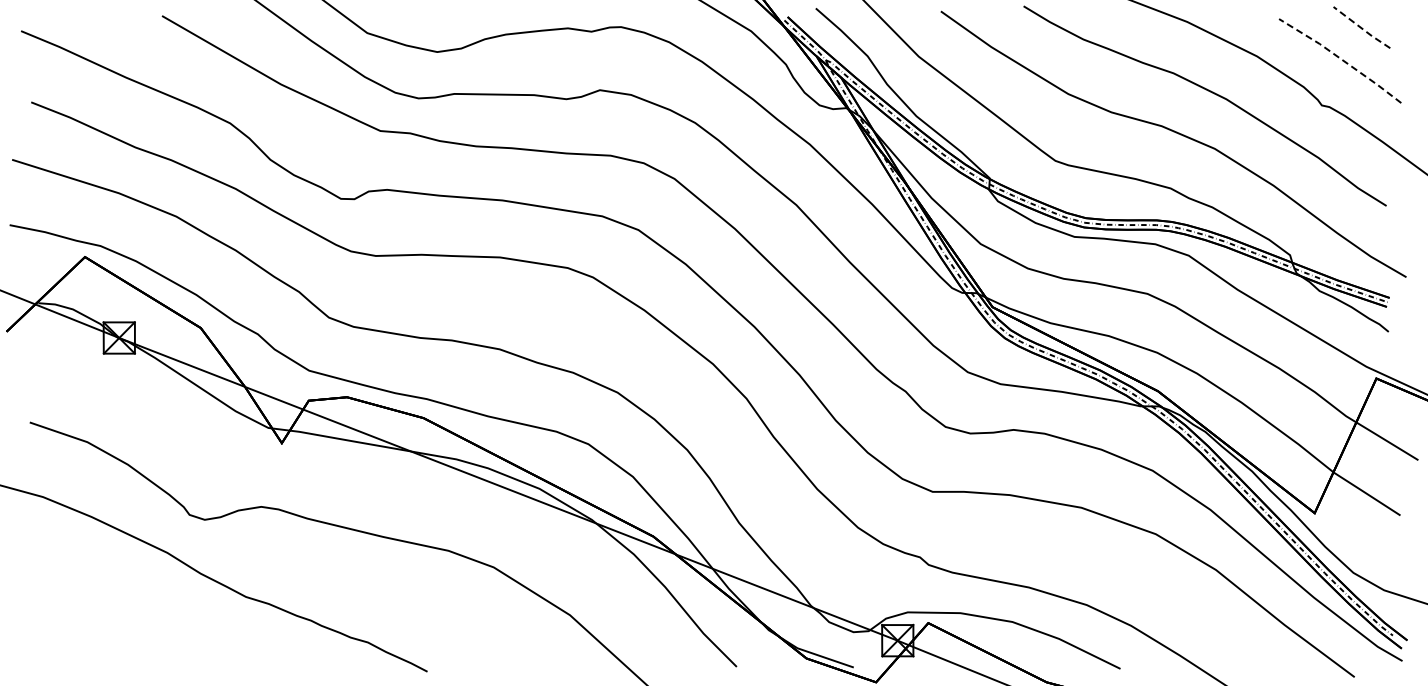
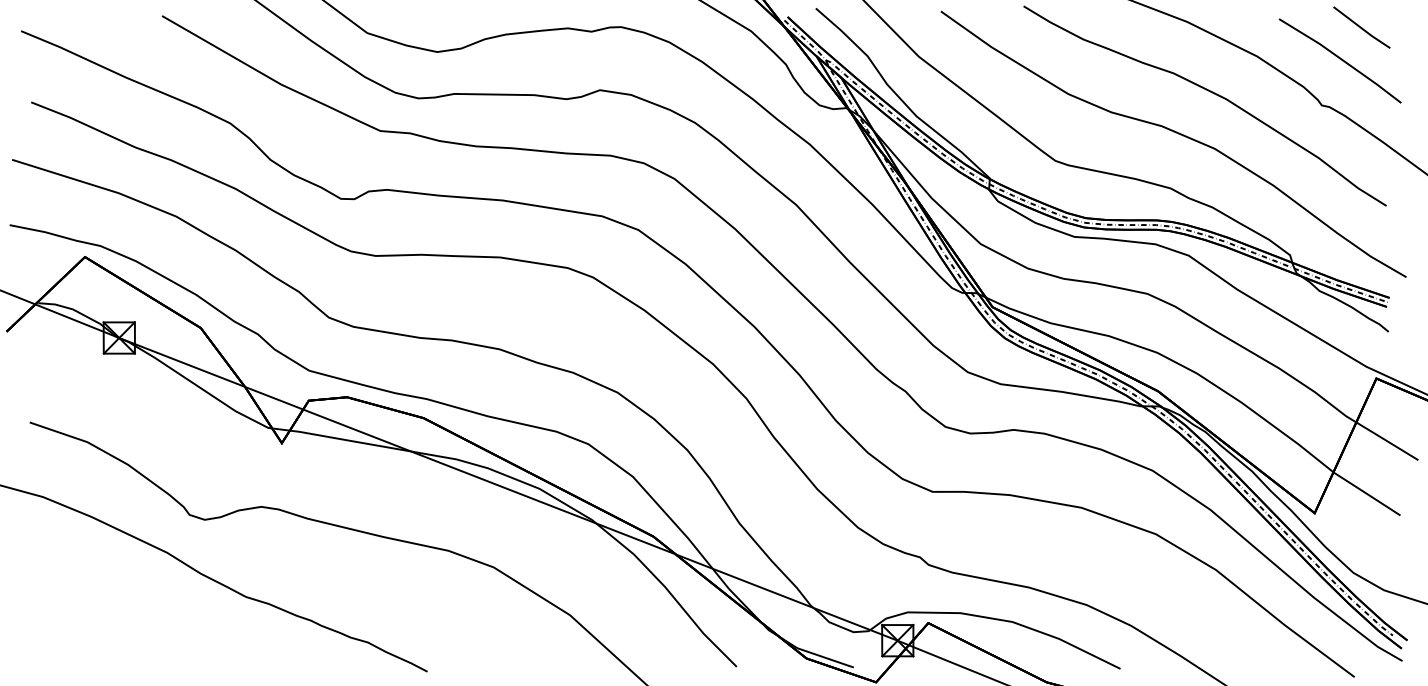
line at (1361, 28): dashed -> solid
line at (1341, 59): dashed -> solid
